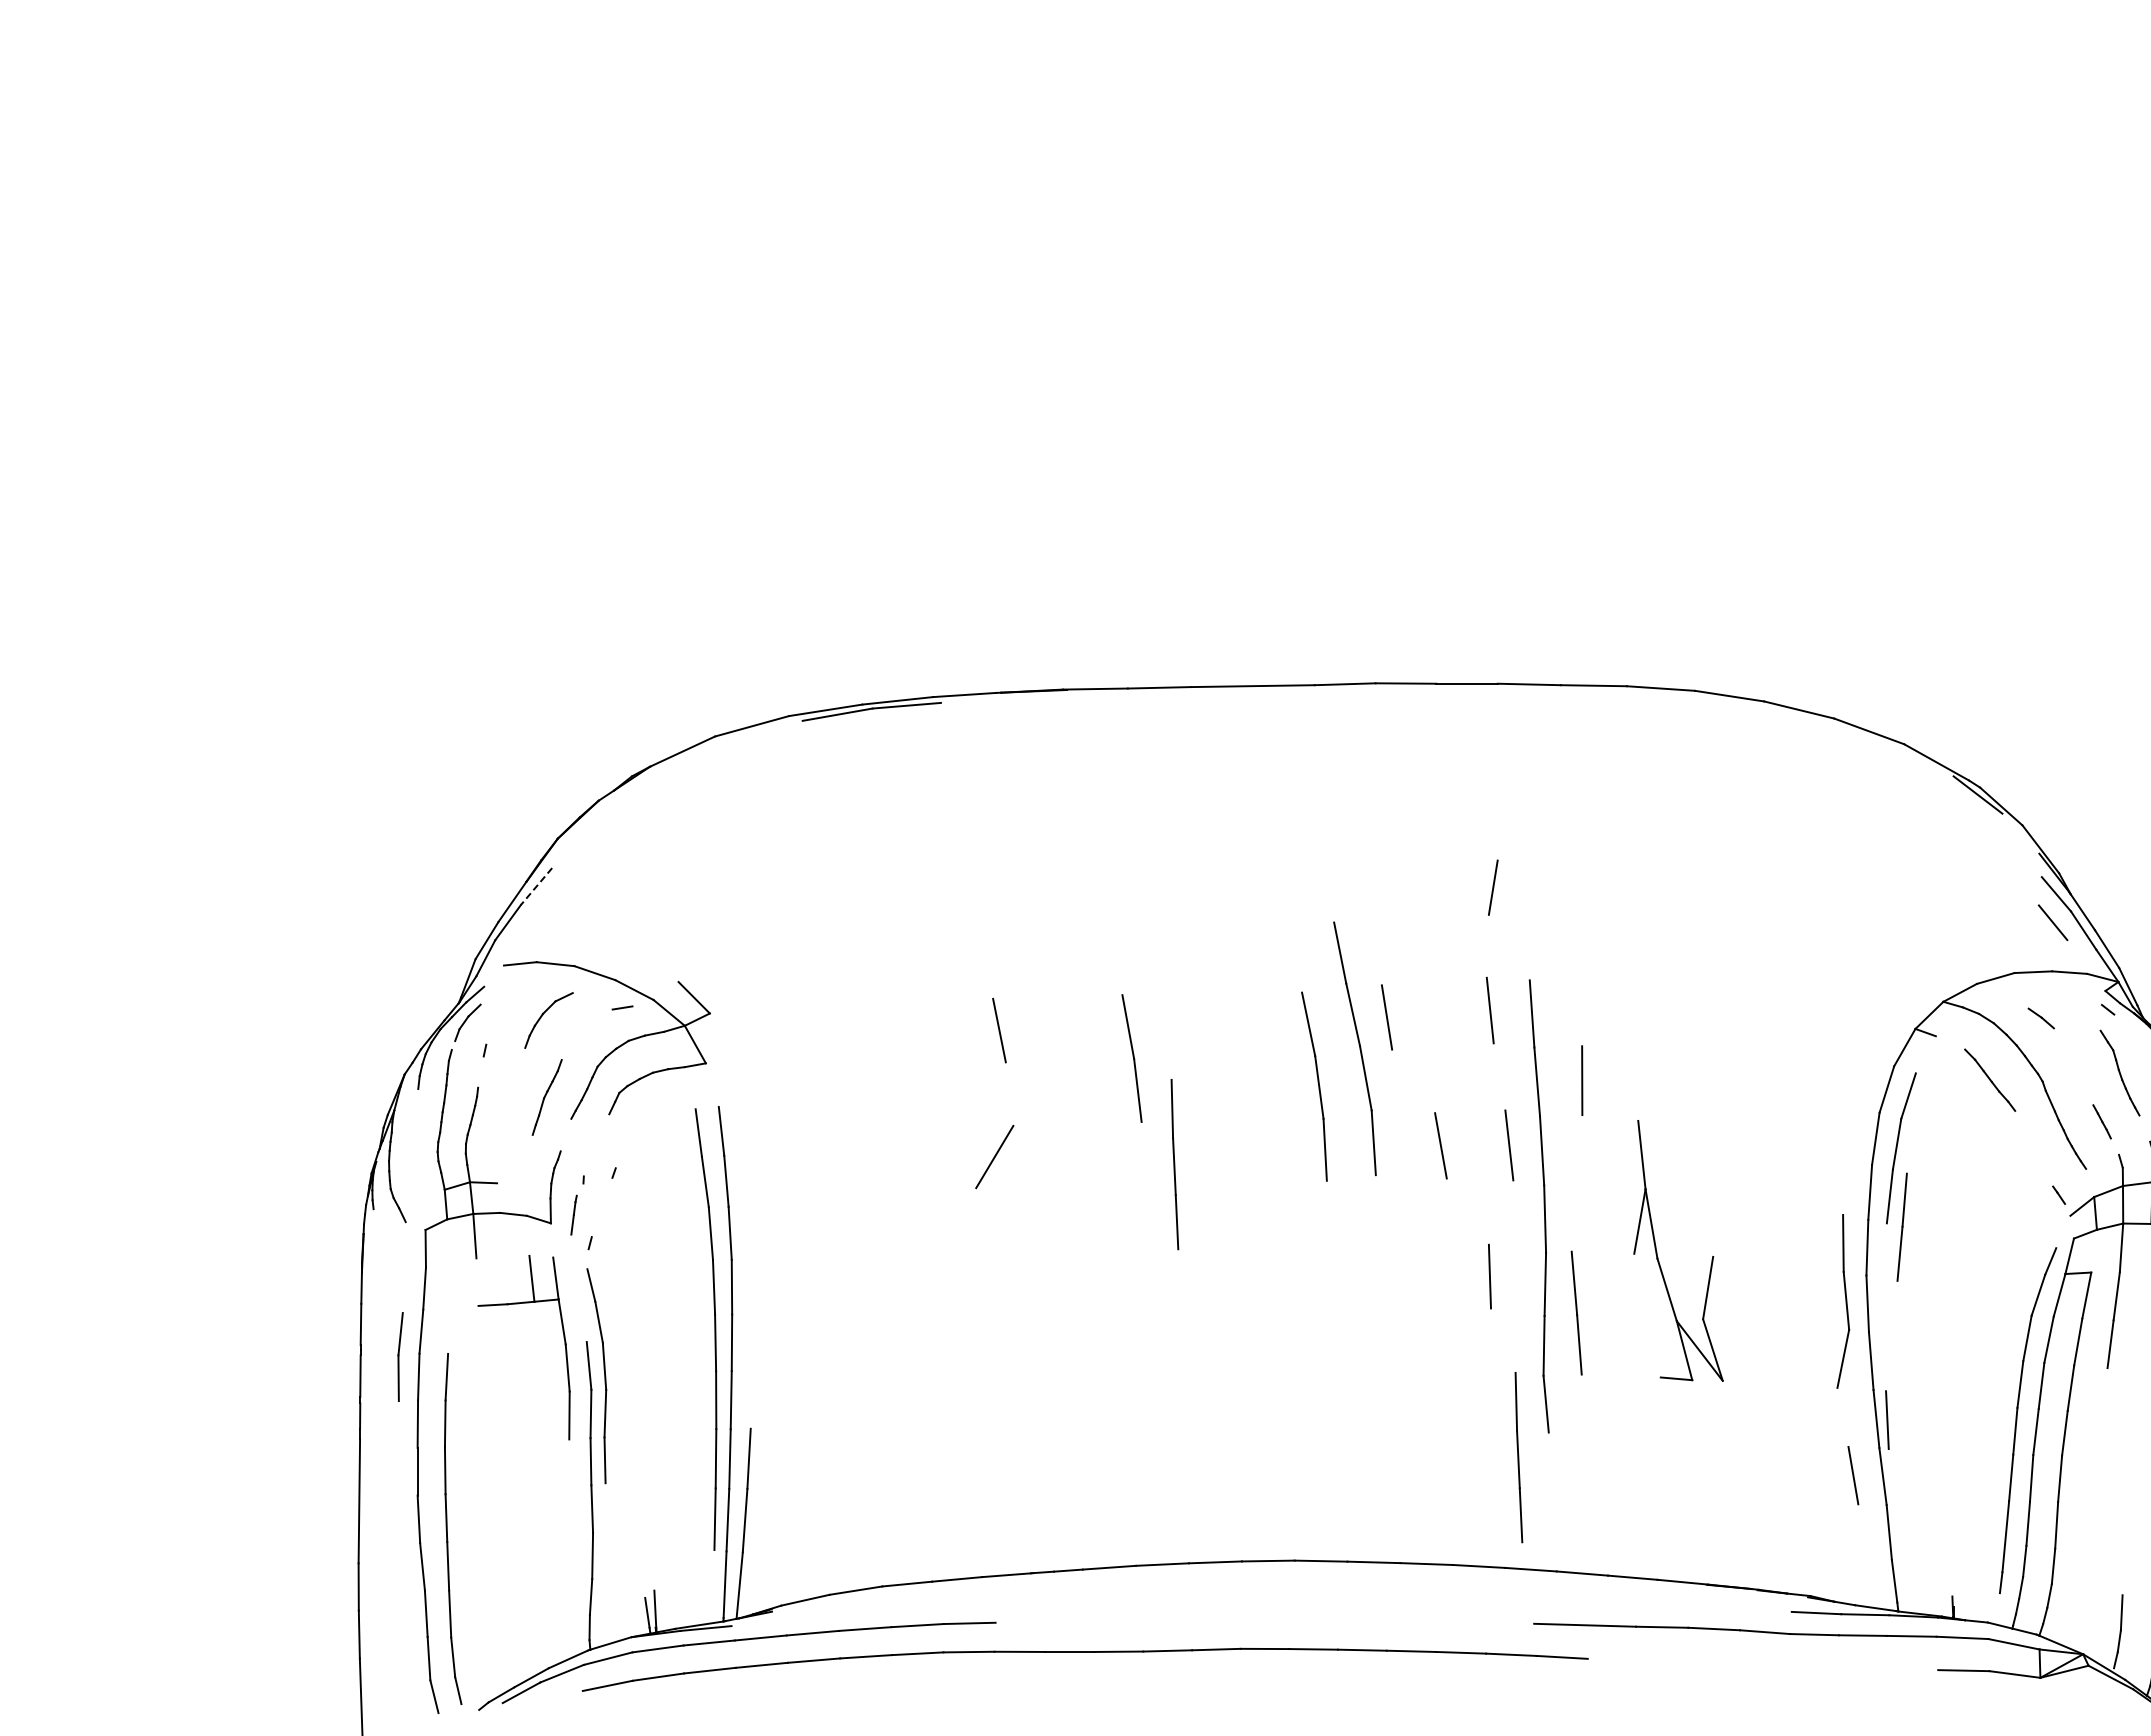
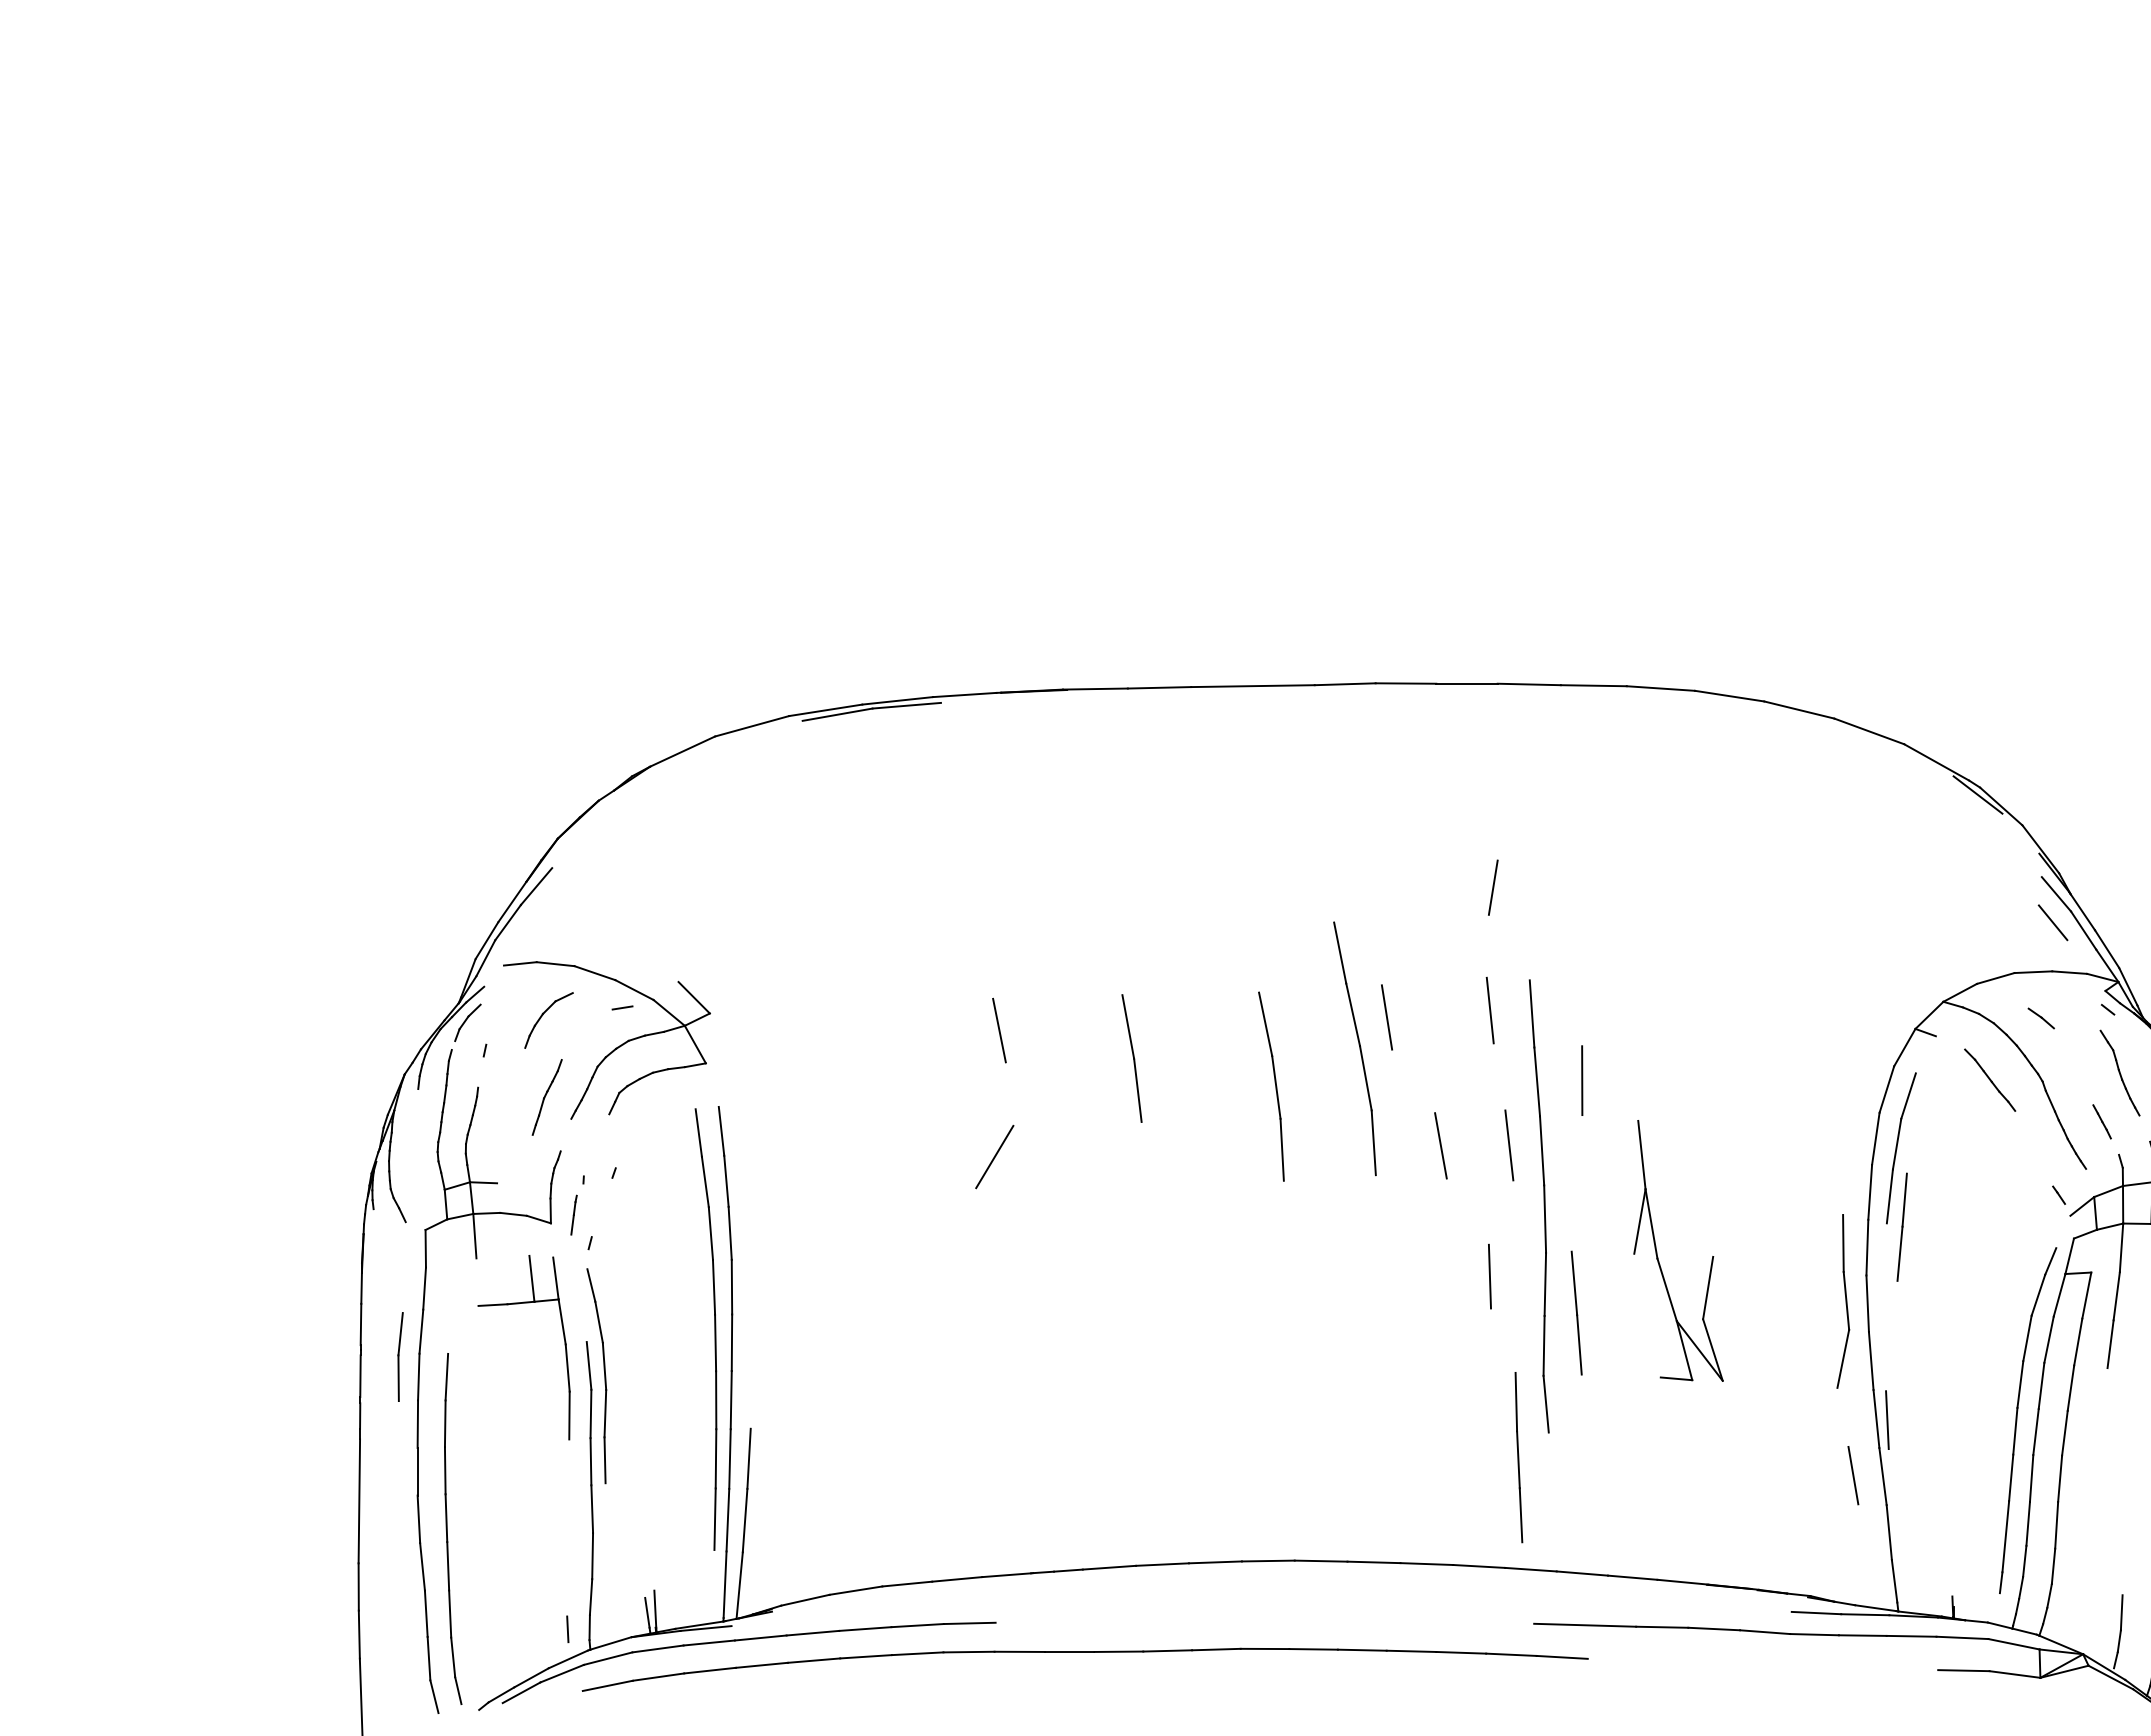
line at (536, 886): dashed -> solid
part at (1314, 1086) position: (1314, 1086) -> (1271, 1086)
line at (1174, 1164): present -> none
line at (567, 1629): none -> present
